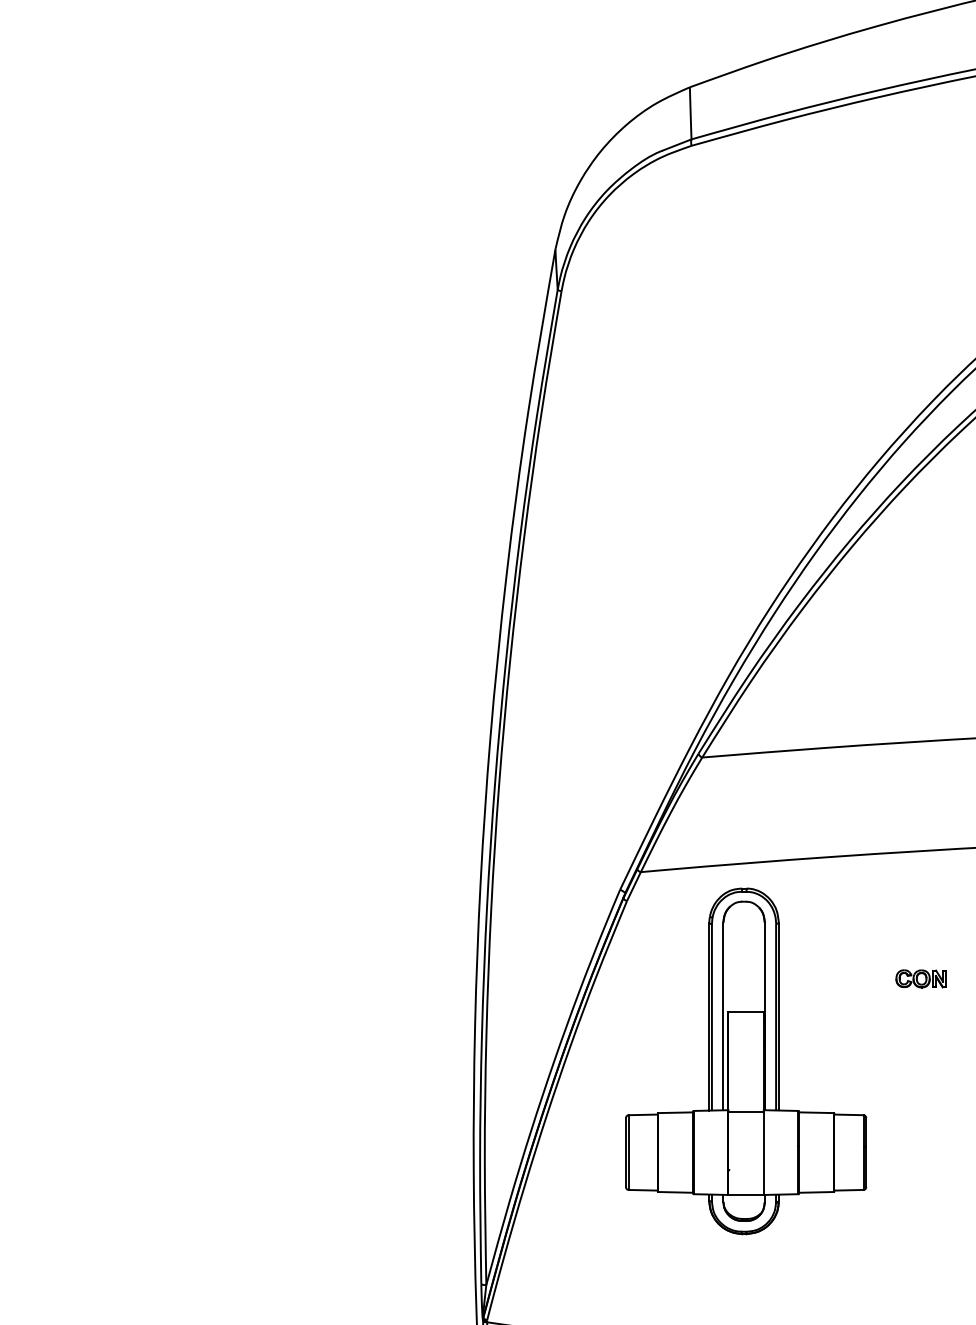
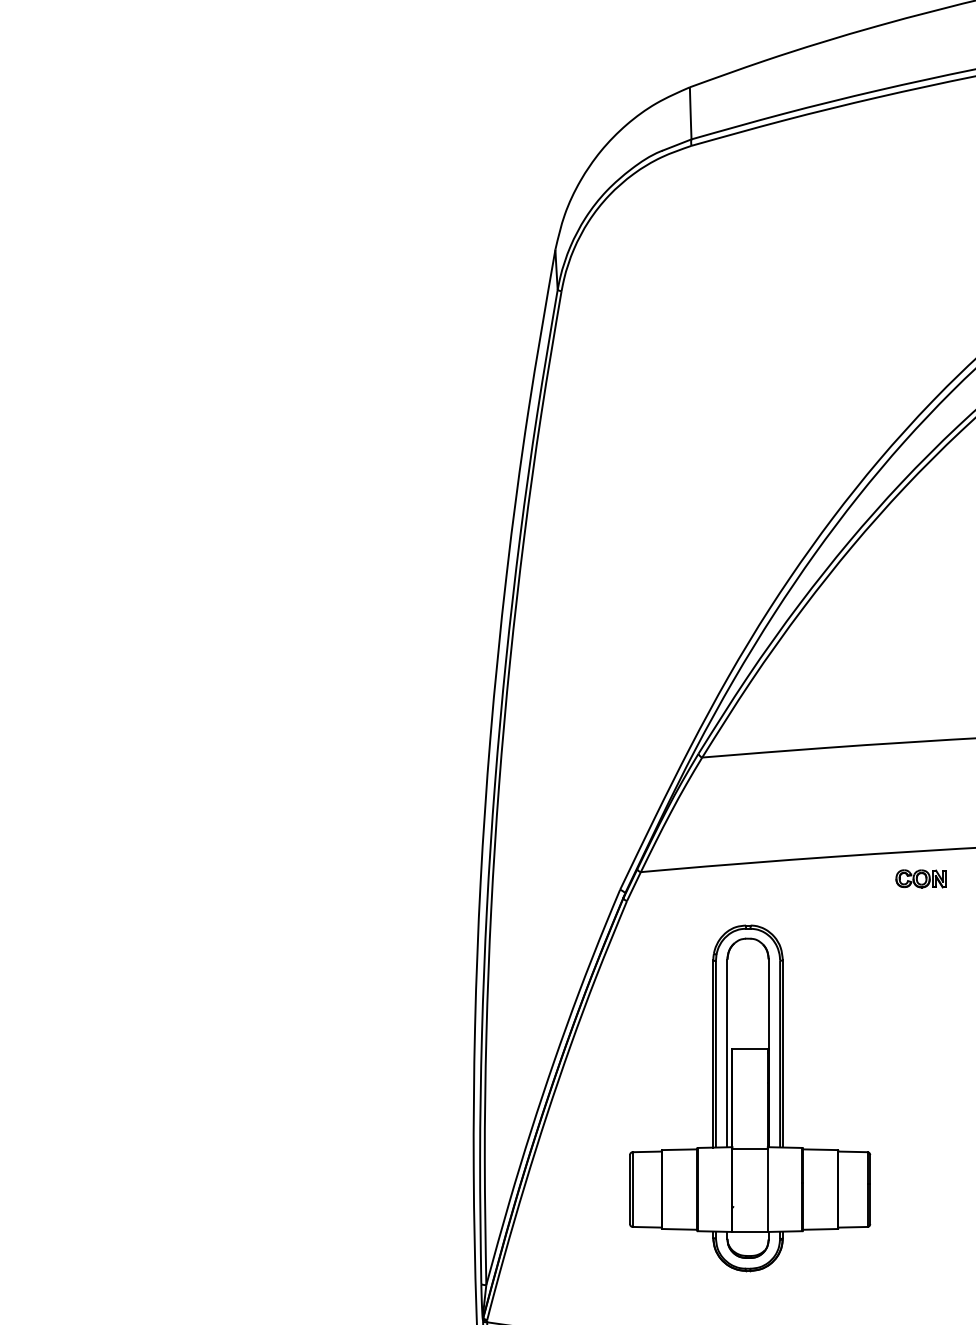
part at (920, 978) position: (920, 978) -> (920, 878)
part at (746, 1061) position: (746, 1061) -> (750, 1098)
